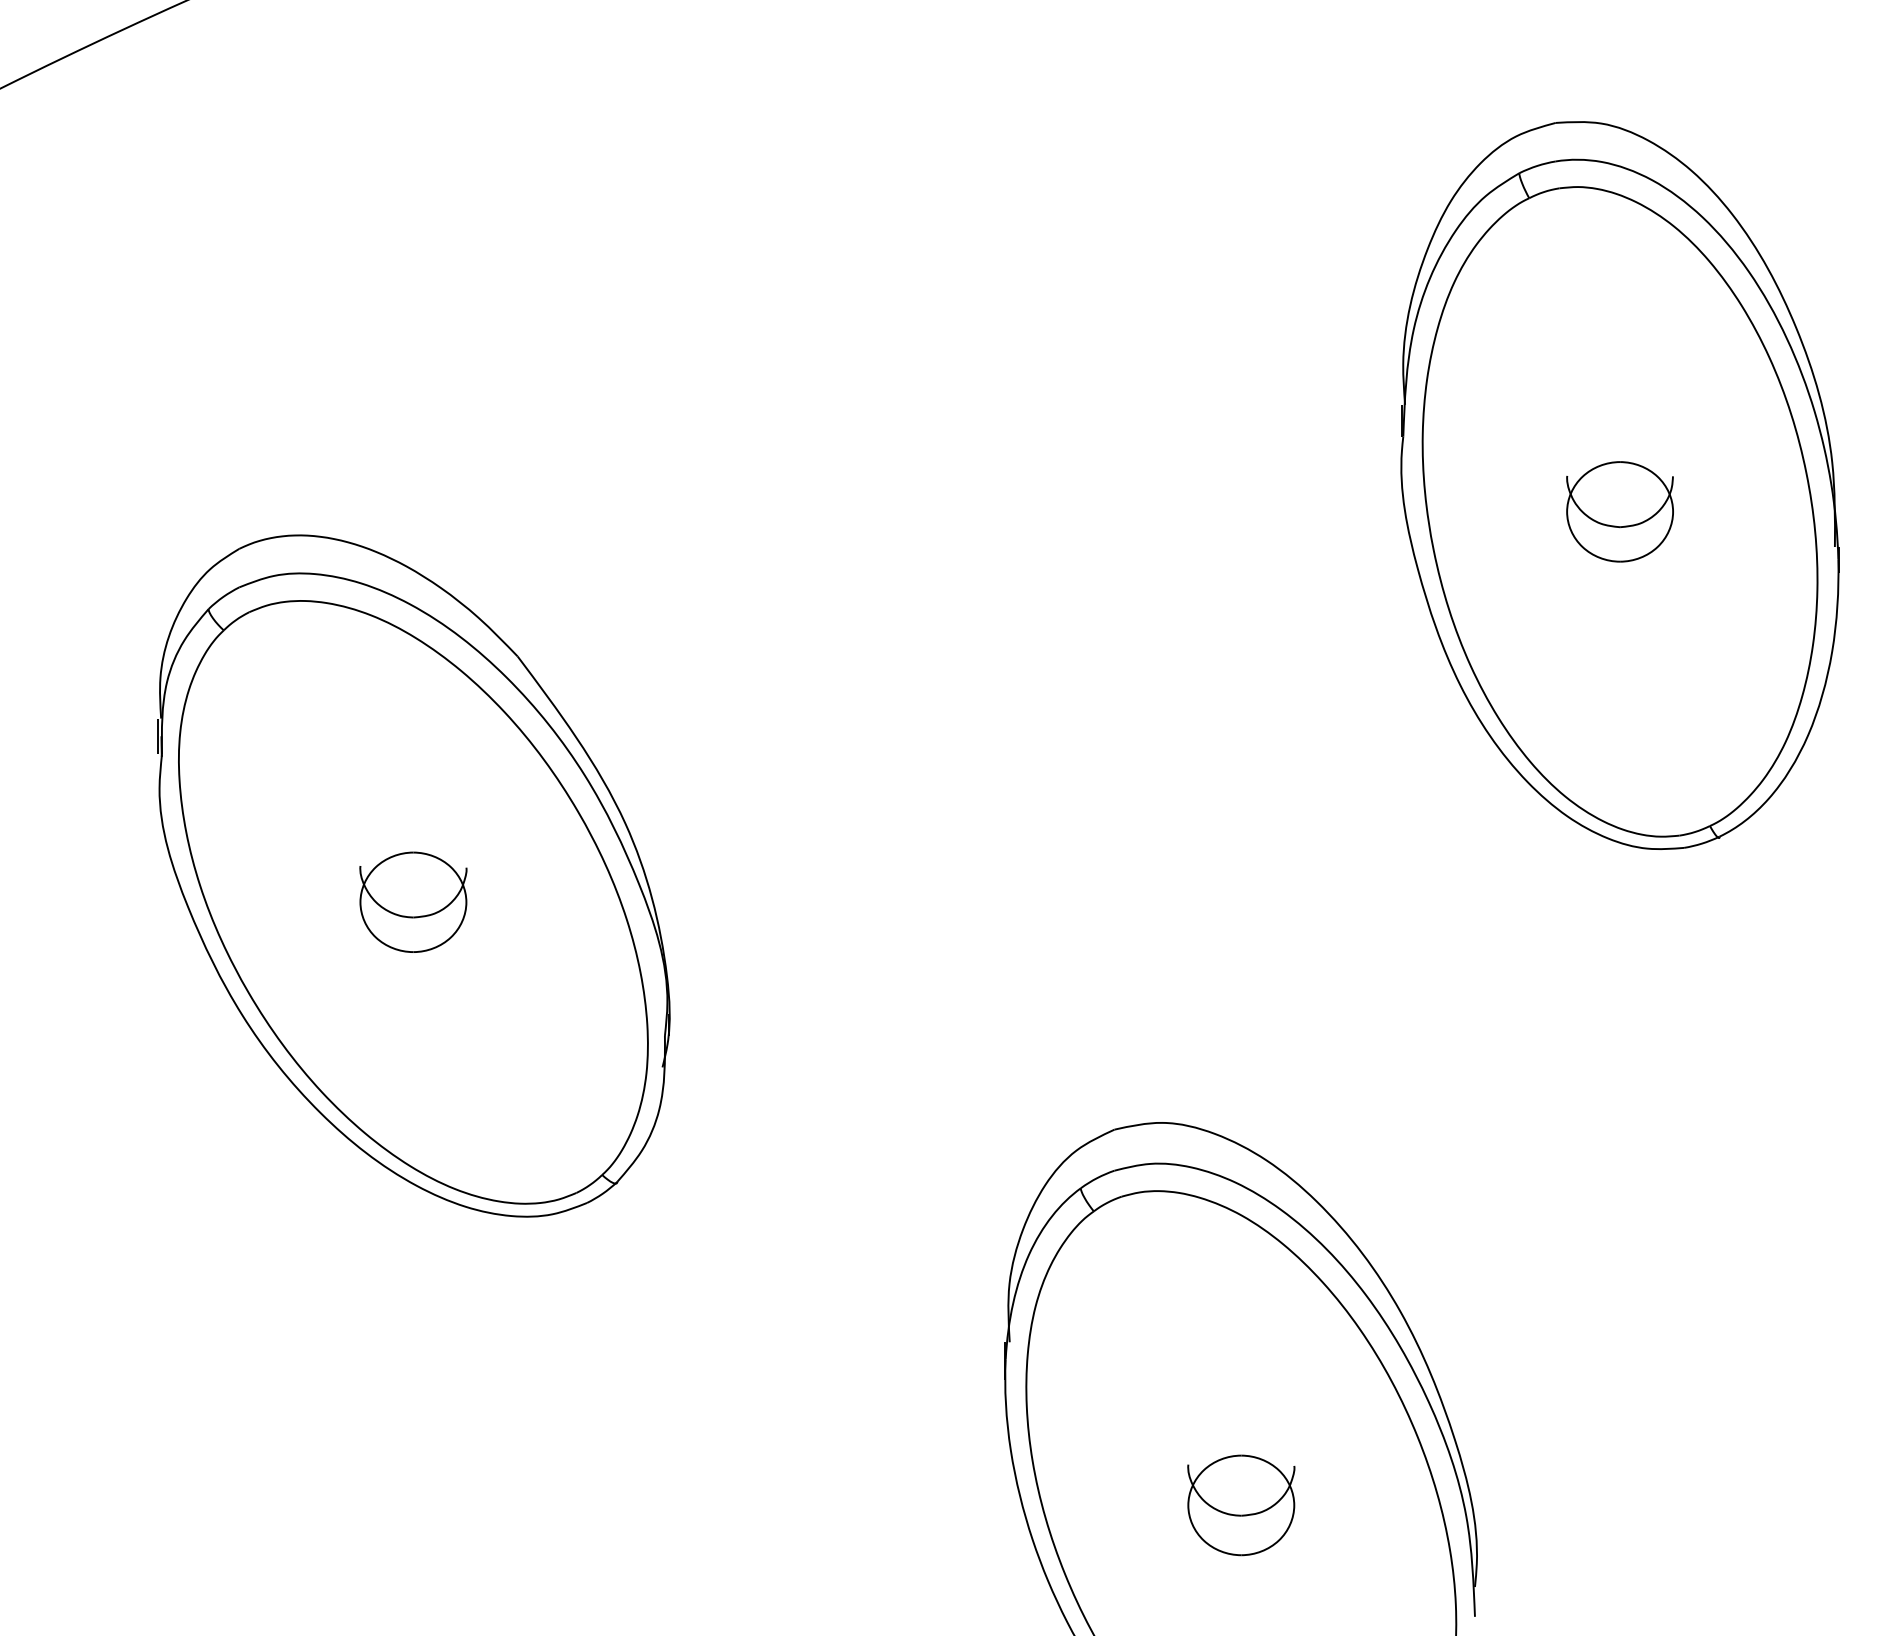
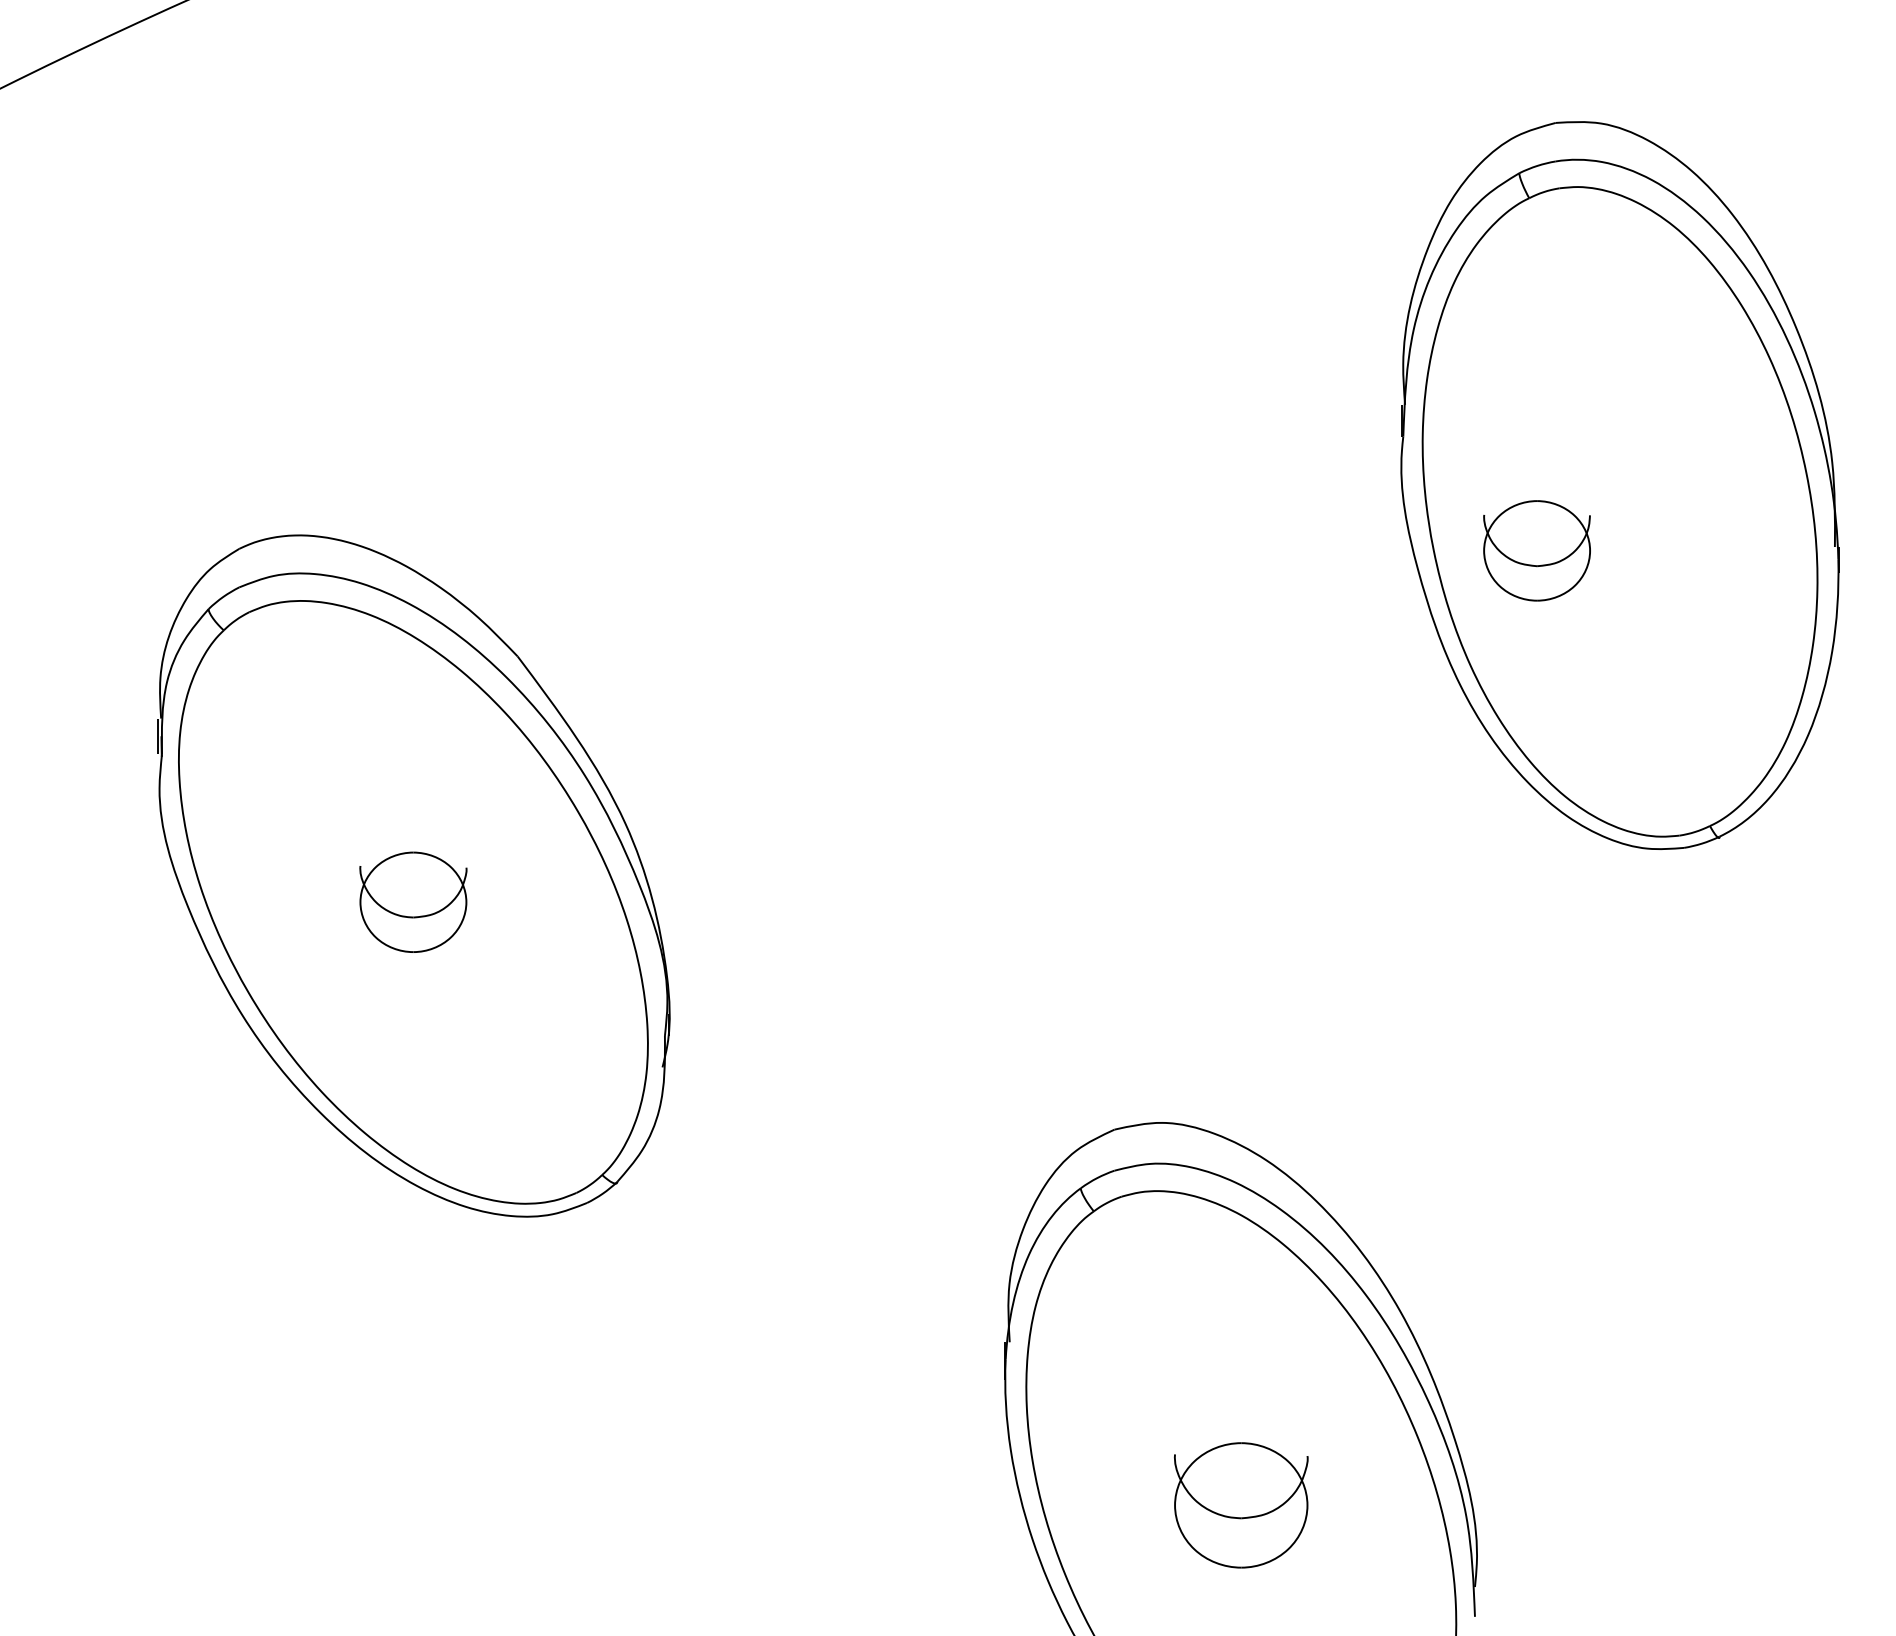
part at (1619, 511) position: (1619, 511) -> (1536, 550)
part at (1241, 1505) size: 109x103 px -> 135x127 px
